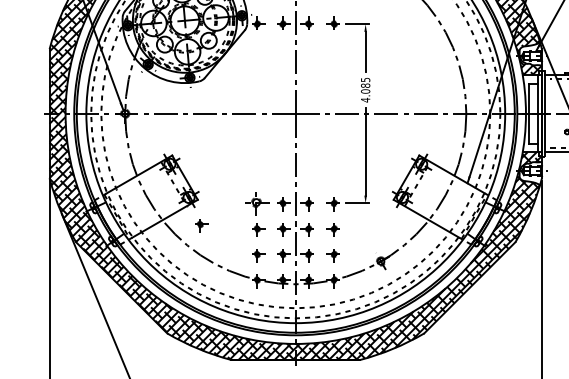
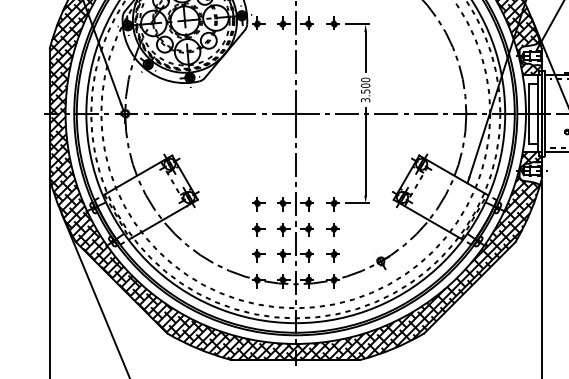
text at (365, 89): 4.085 -> 3.500
part at (257, 203) size: 25x24 px -> 14x15 px
part at (201, 225): present -> none
